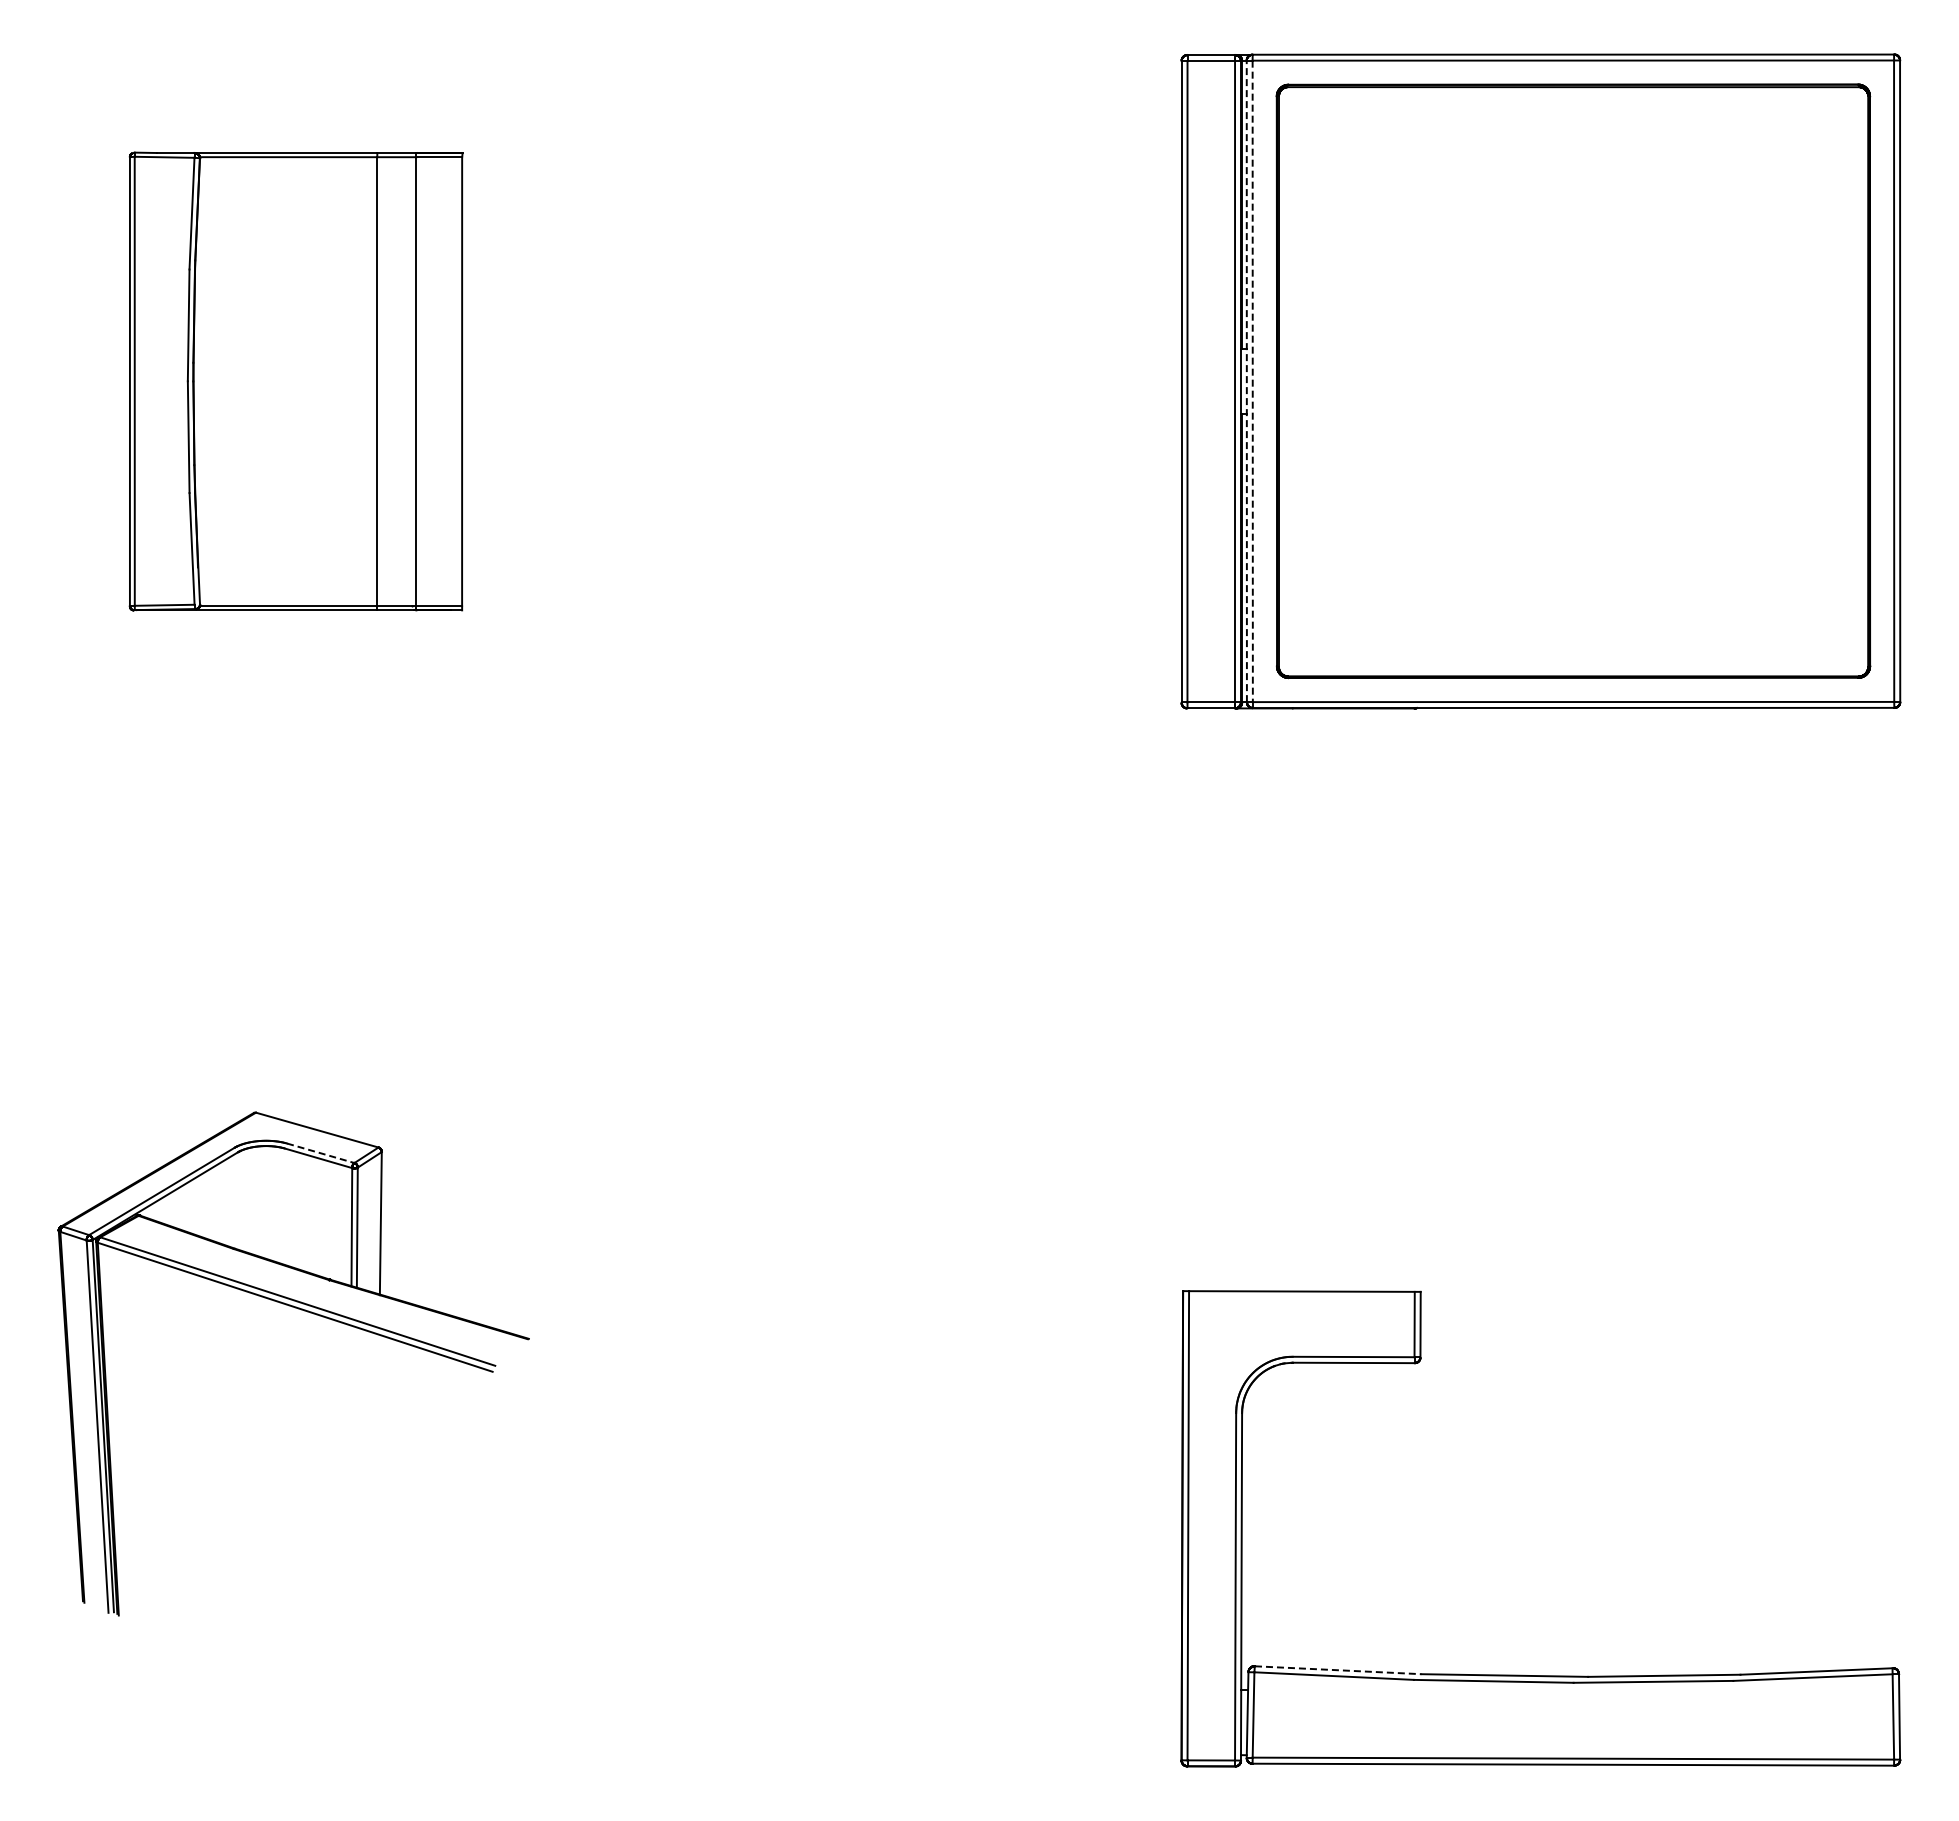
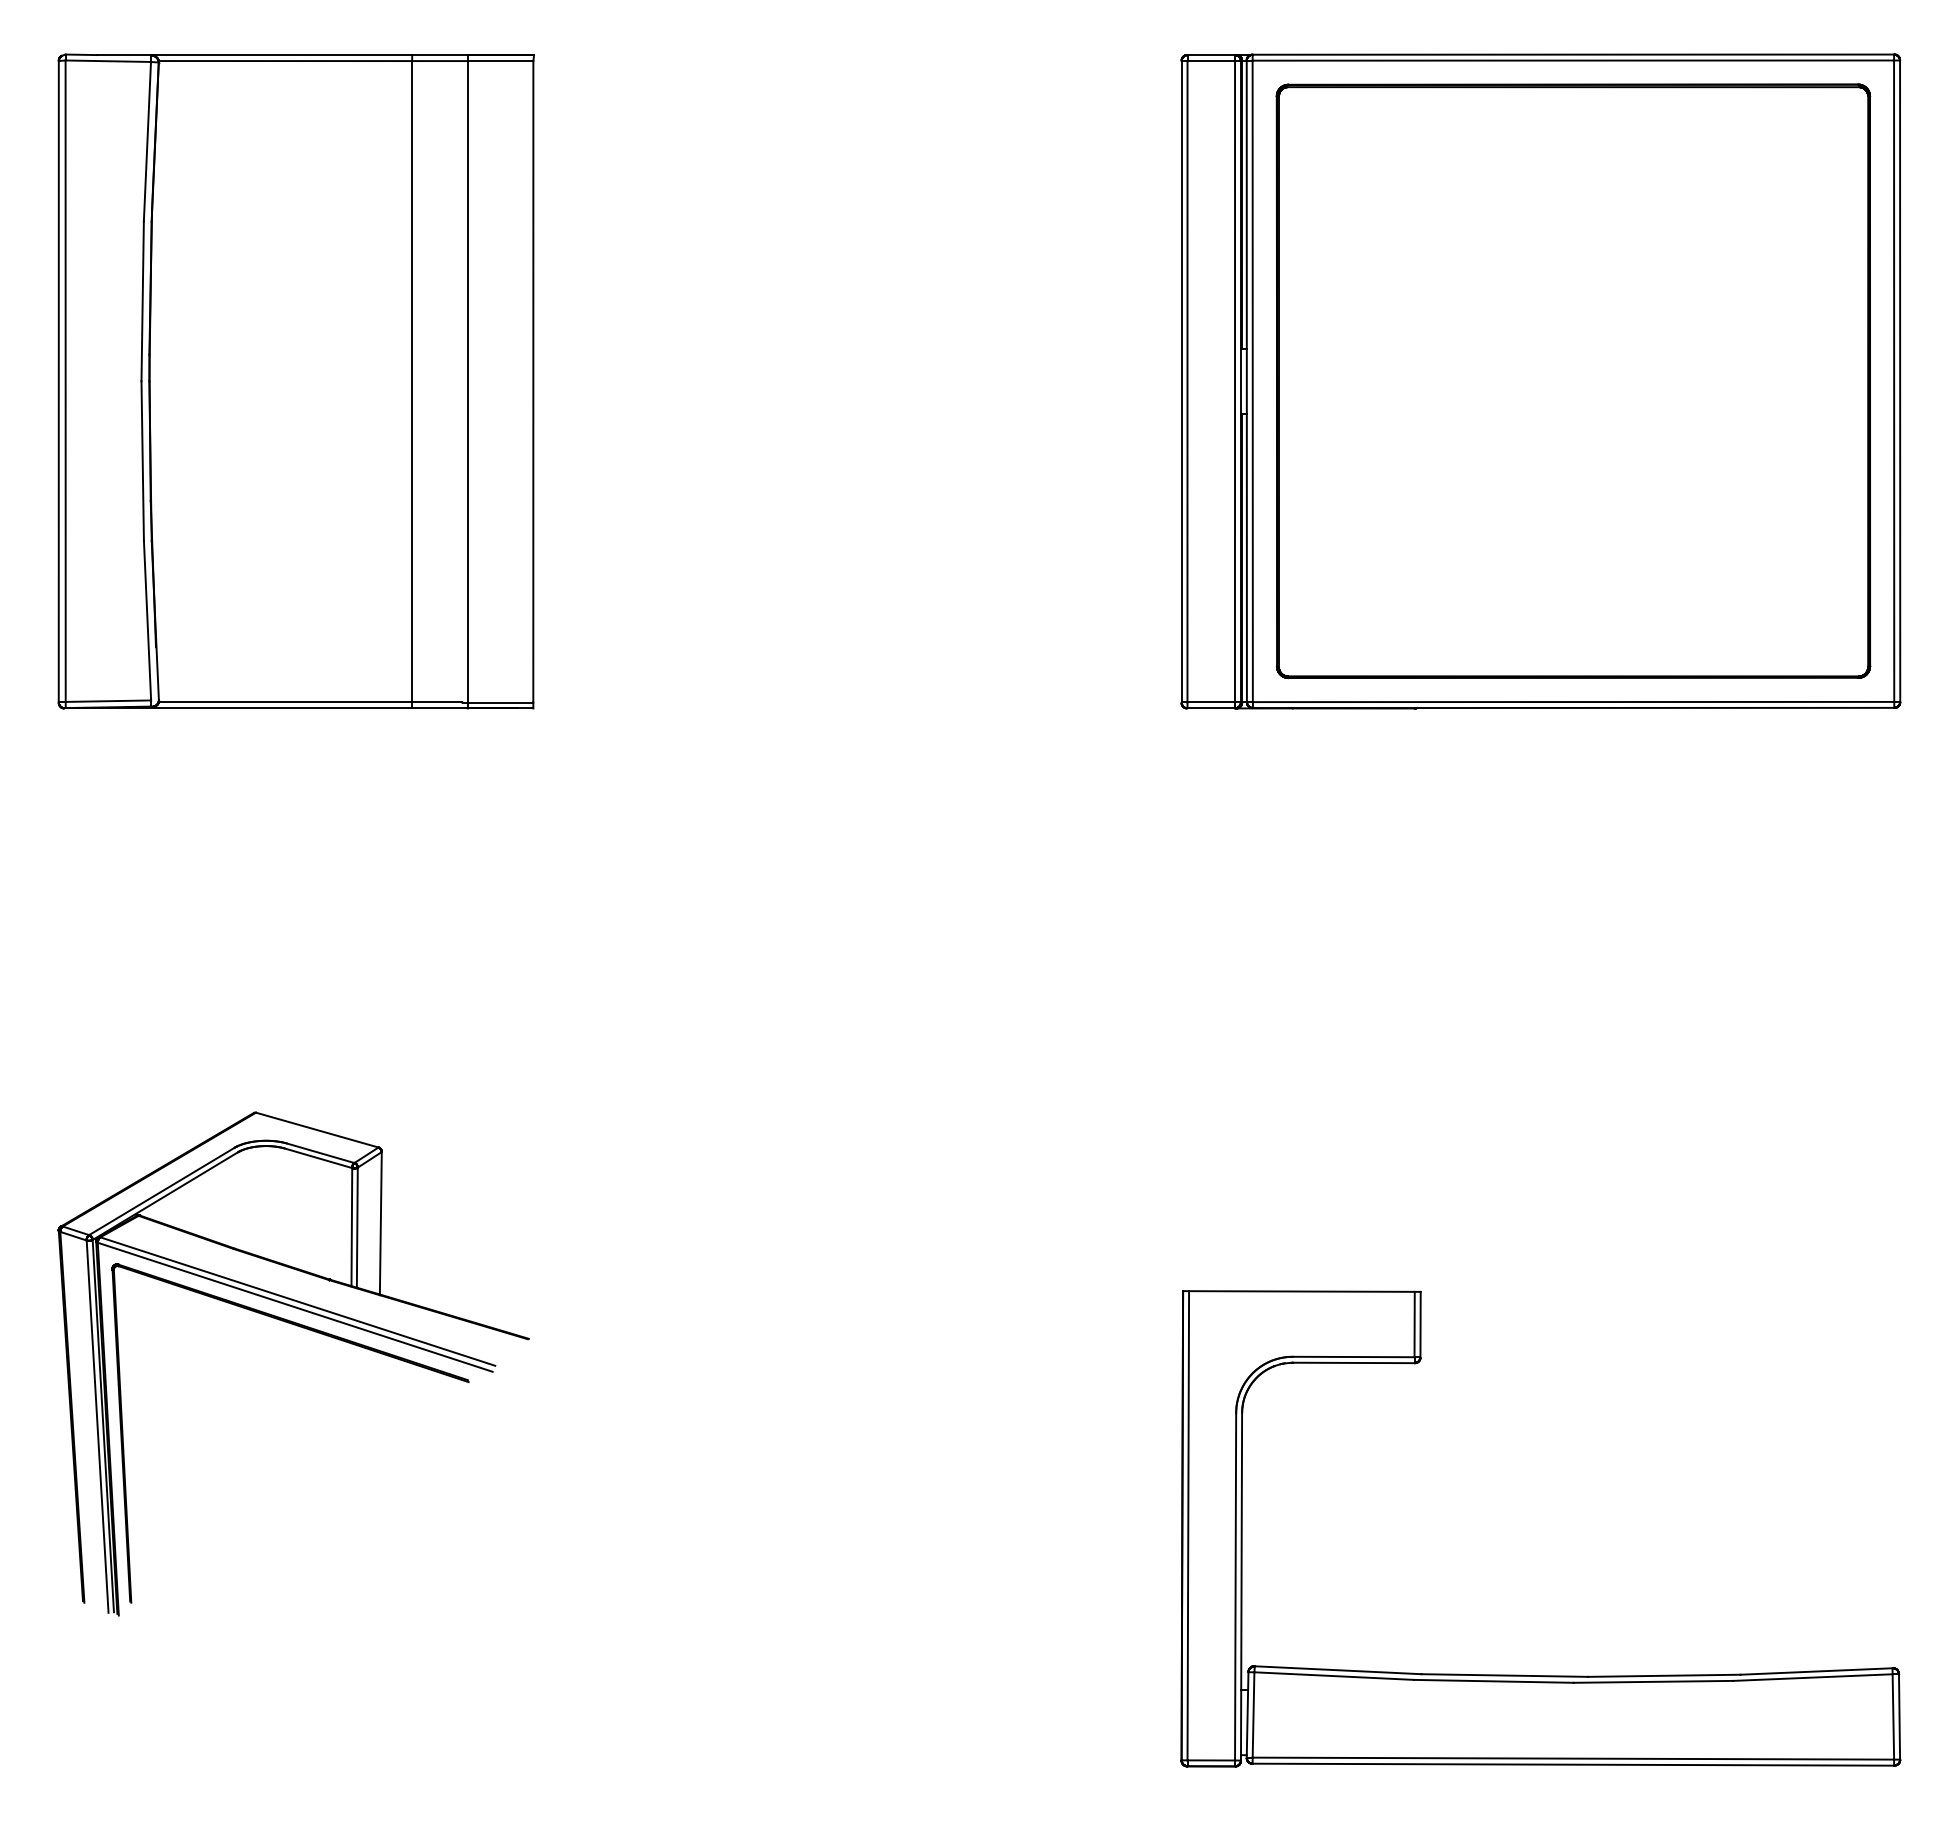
part at (295, 381) size: 336x461 px -> 478x657 px
line at (1246, 381): dashed -> solid
line at (1252, 381): dashed -> solid
line at (321, 1153): dashed -> solid
part at (324, 1335): none -> present
line at (1338, 1670): dashed -> solid
